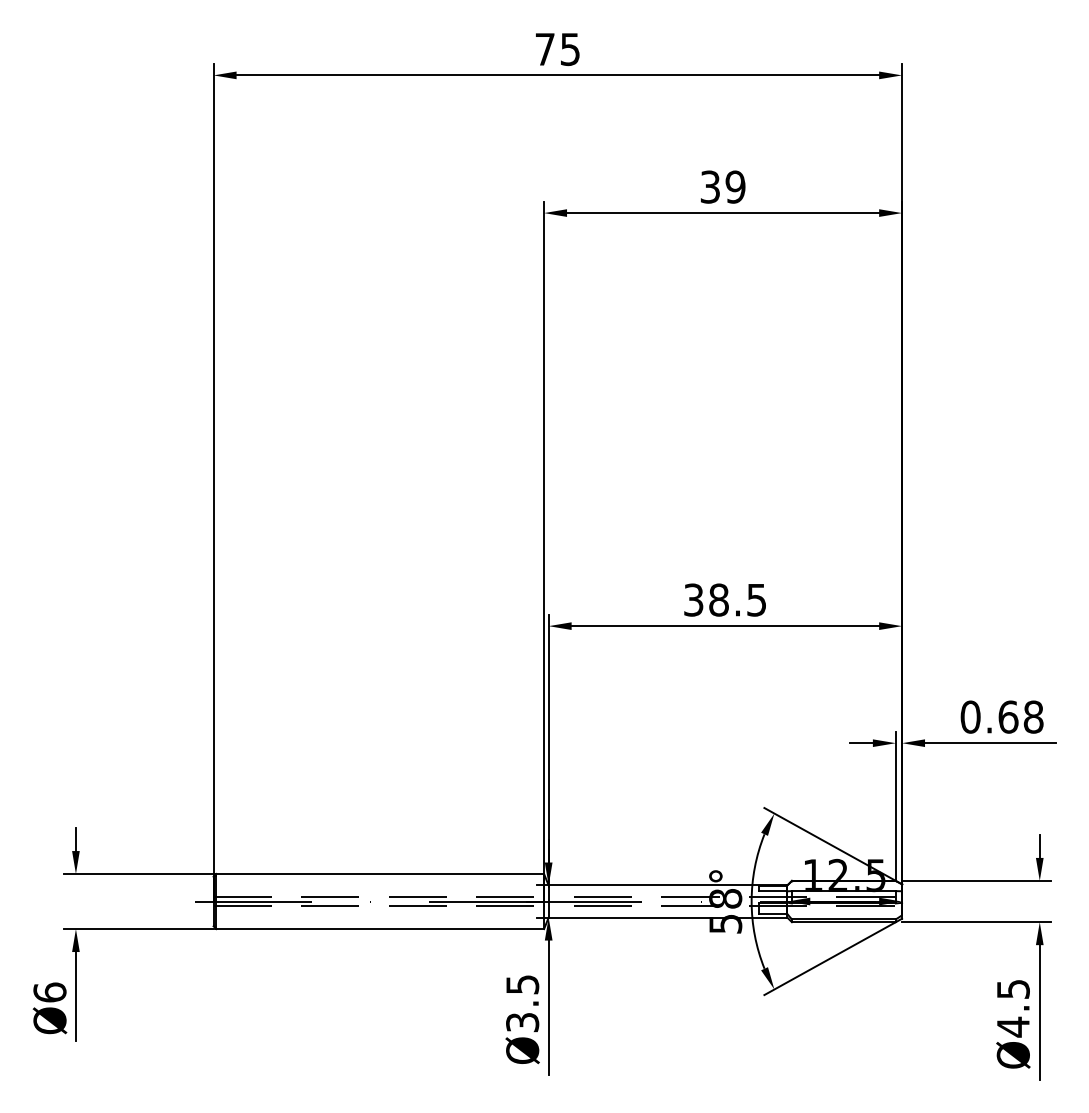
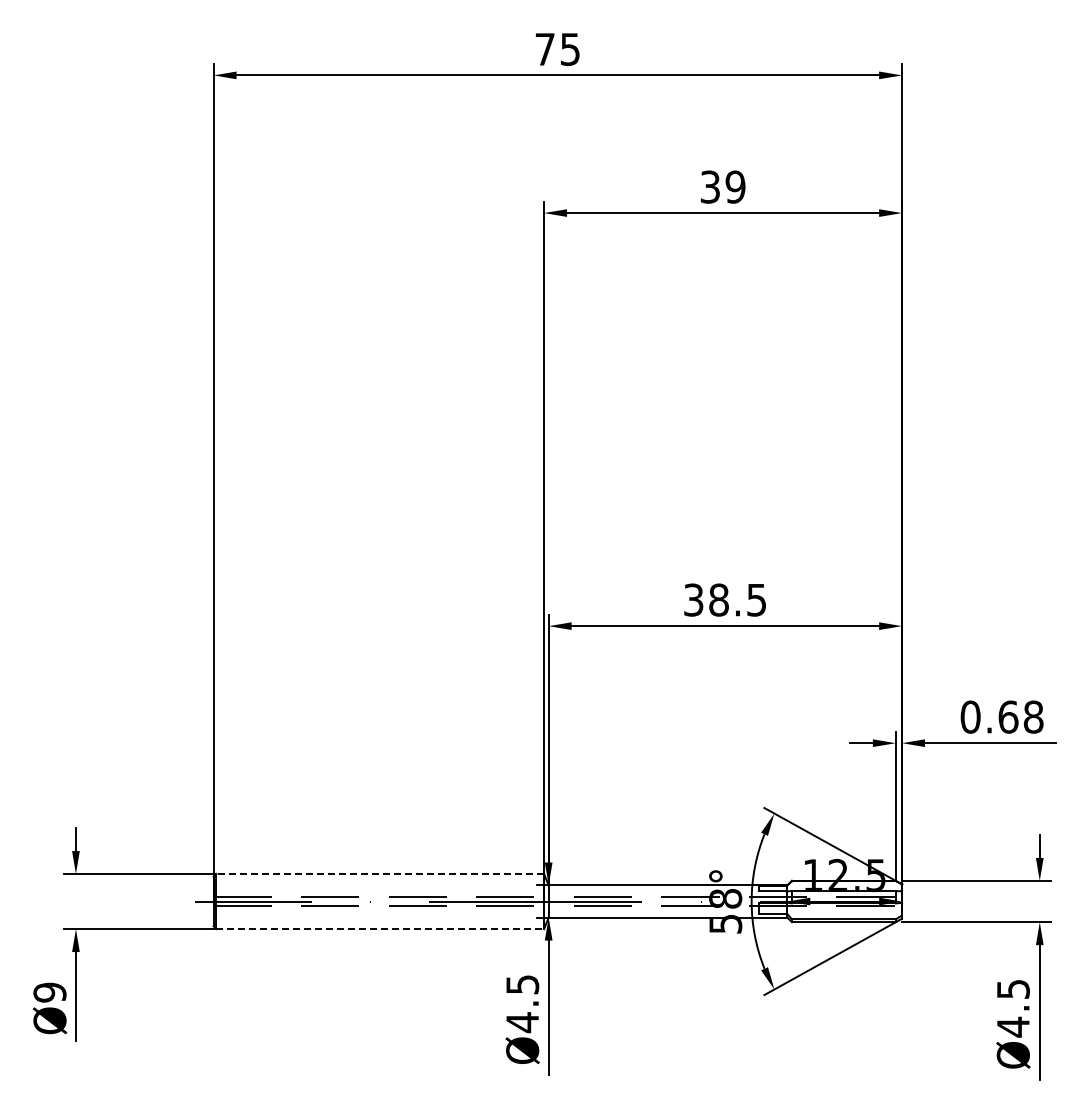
line at (380, 874): solid -> dashed
line at (380, 929): solid -> dashed
text at (49, 992): Ø6 -> Ø9
text at (522, 1022): Ø3.5 -> Ø4.5
